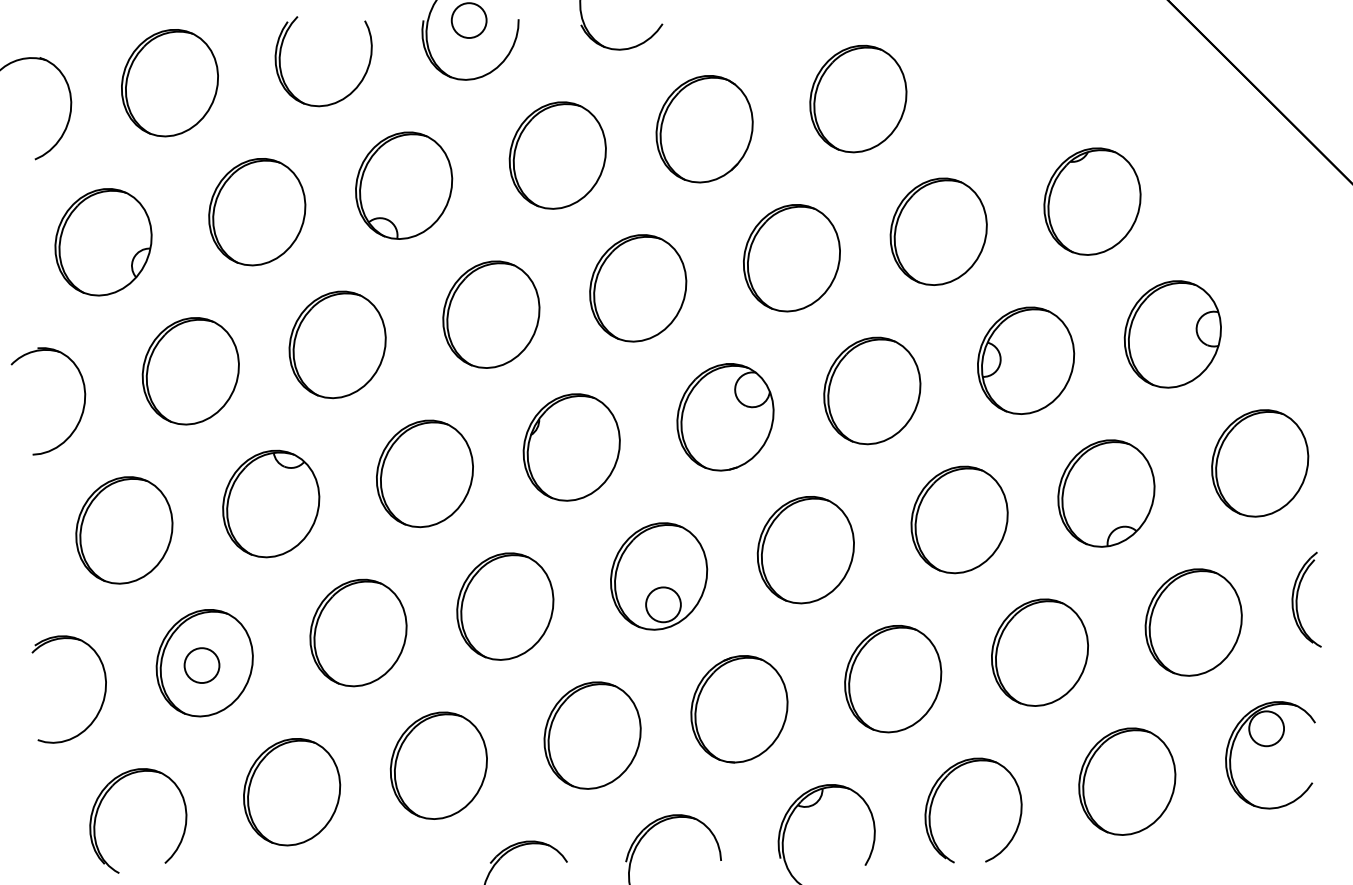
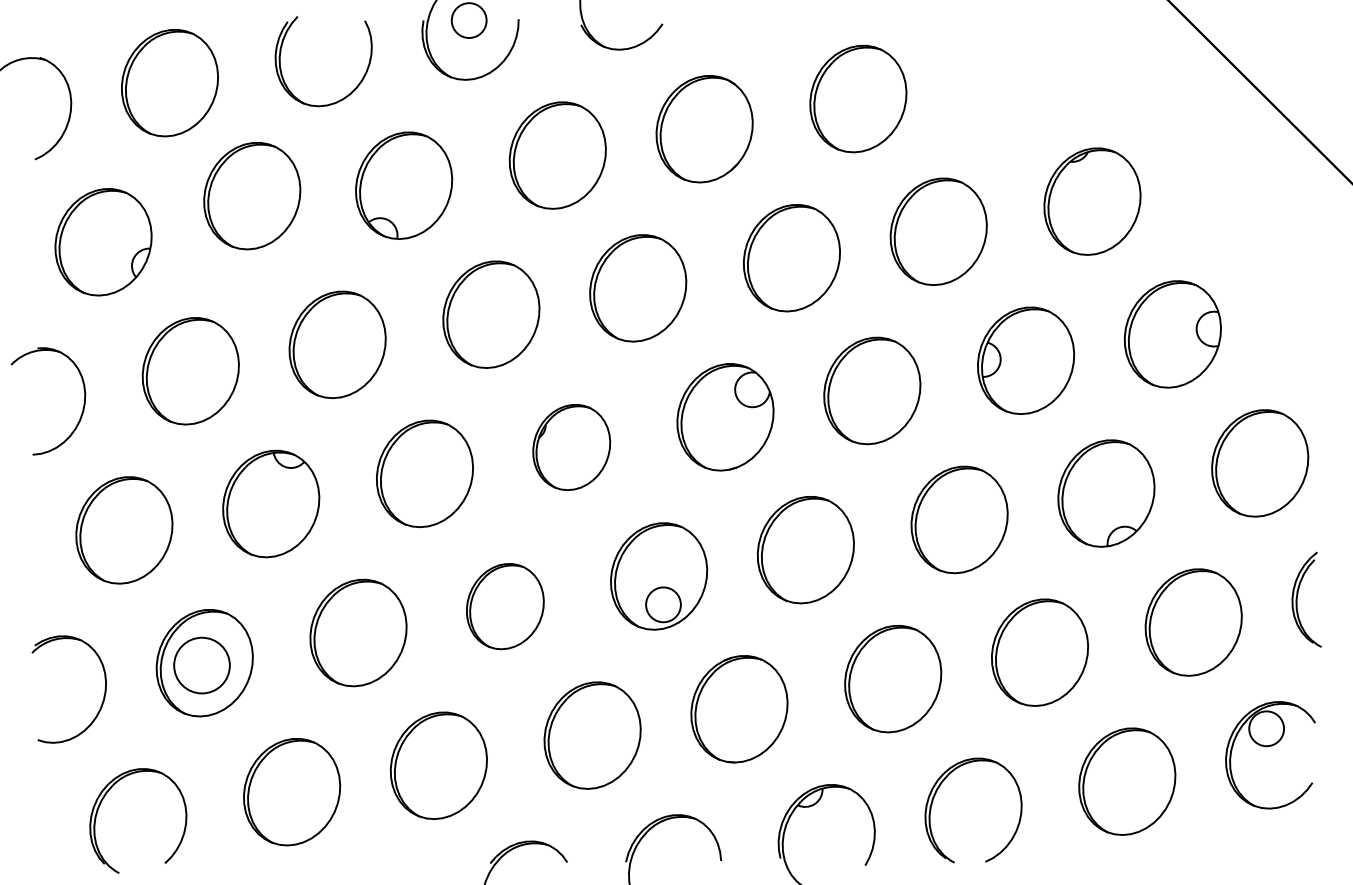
part at (257, 212) position: (257, 212) -> (252, 196)
part at (571, 447) size: 99x109 px -> 80x87 px
part at (505, 606) size: 99x109 px -> 79x88 px
circle at (201, 665) diameter: 35 px -> 56 px
